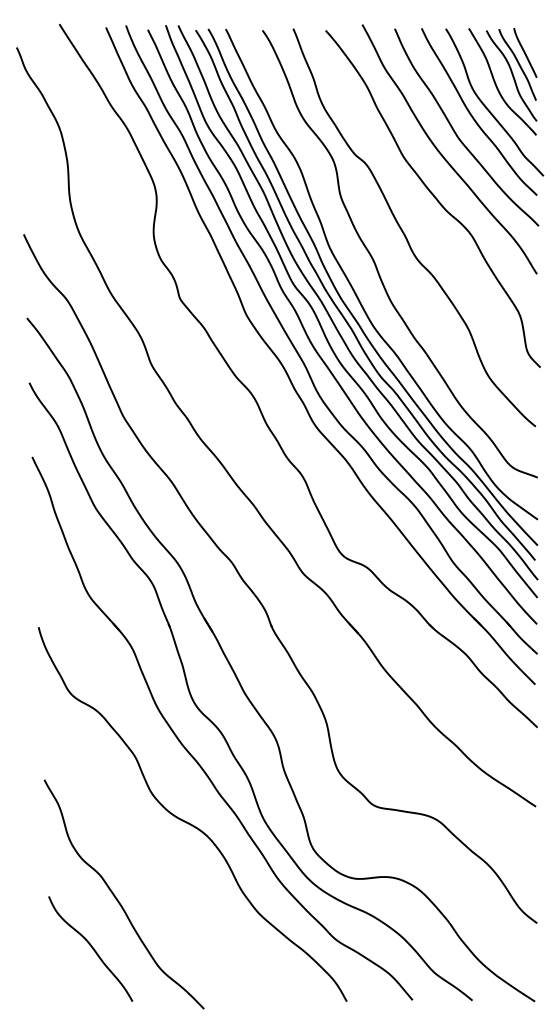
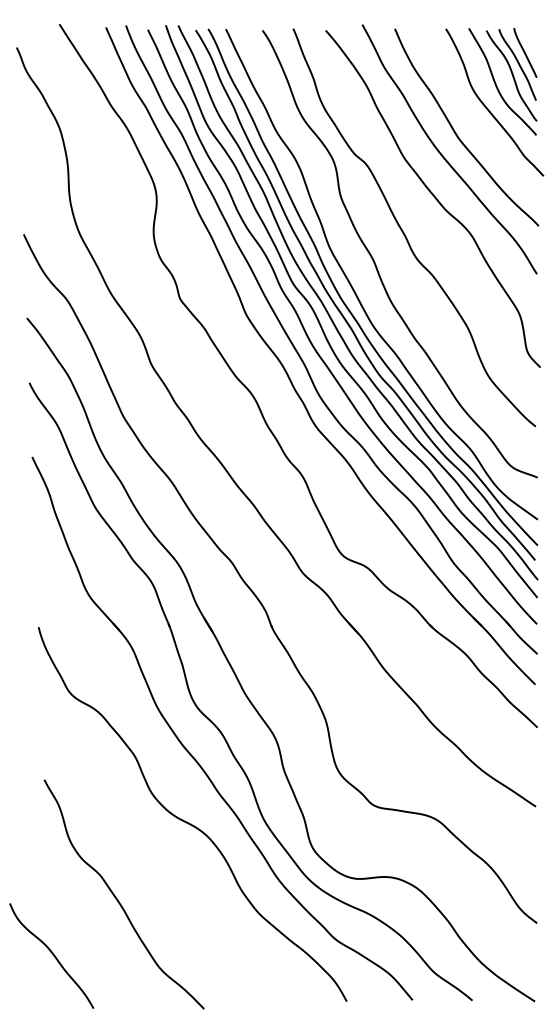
curve at (473, 116): present -> none
curve at (91, 947) position: (91, 947) -> (52, 954)
